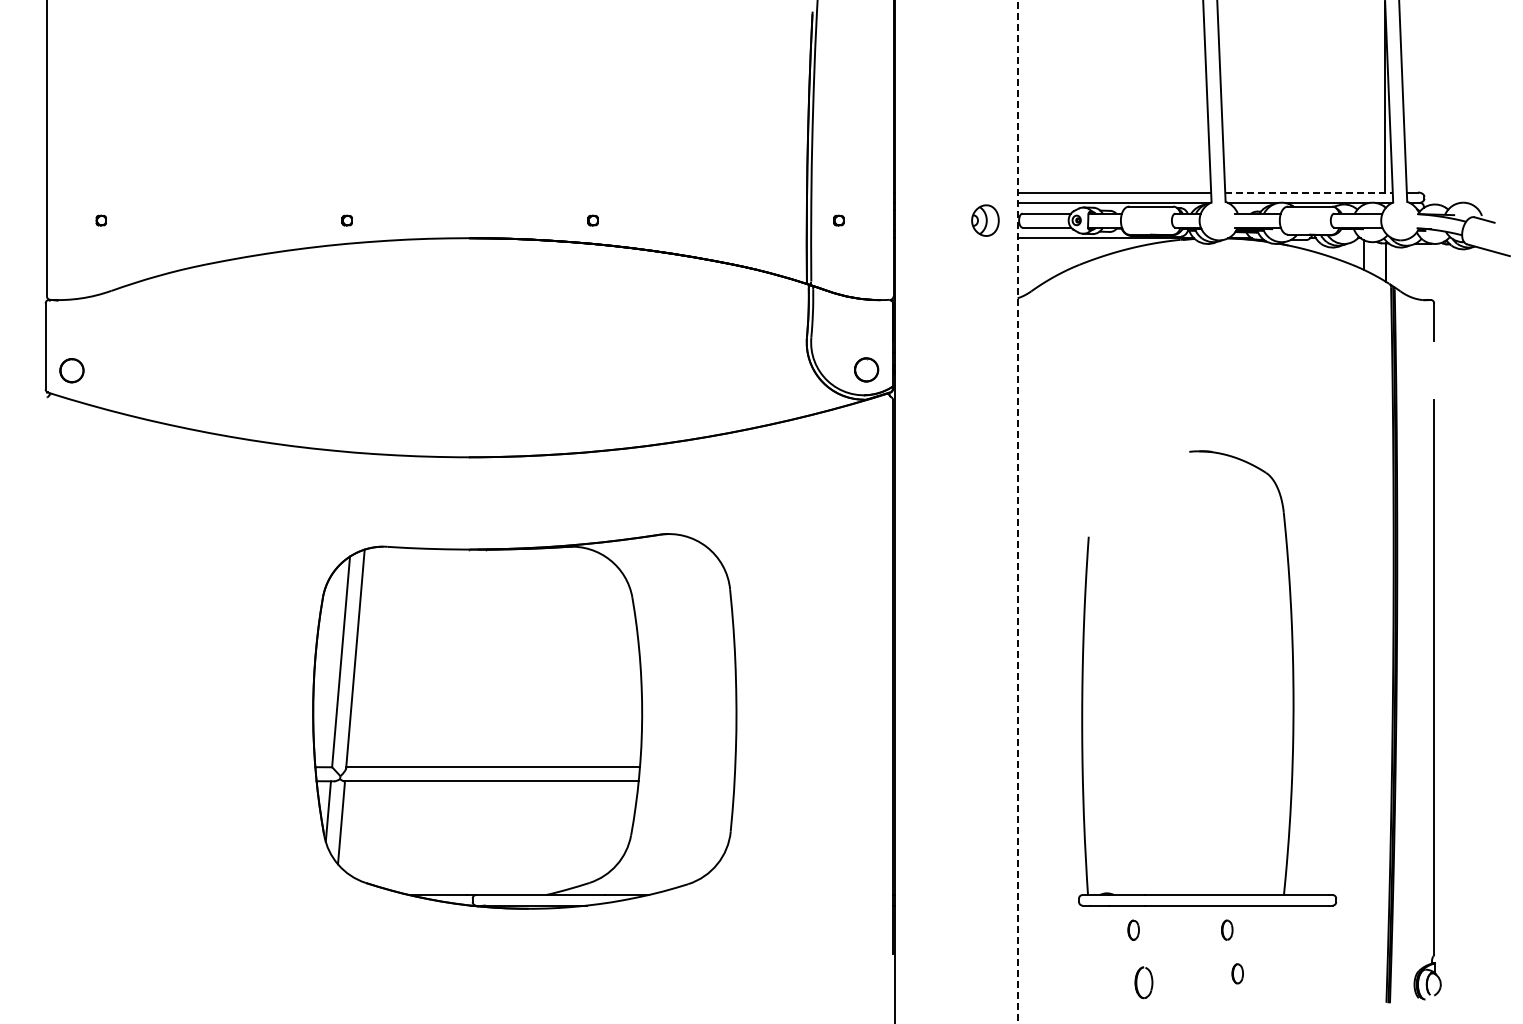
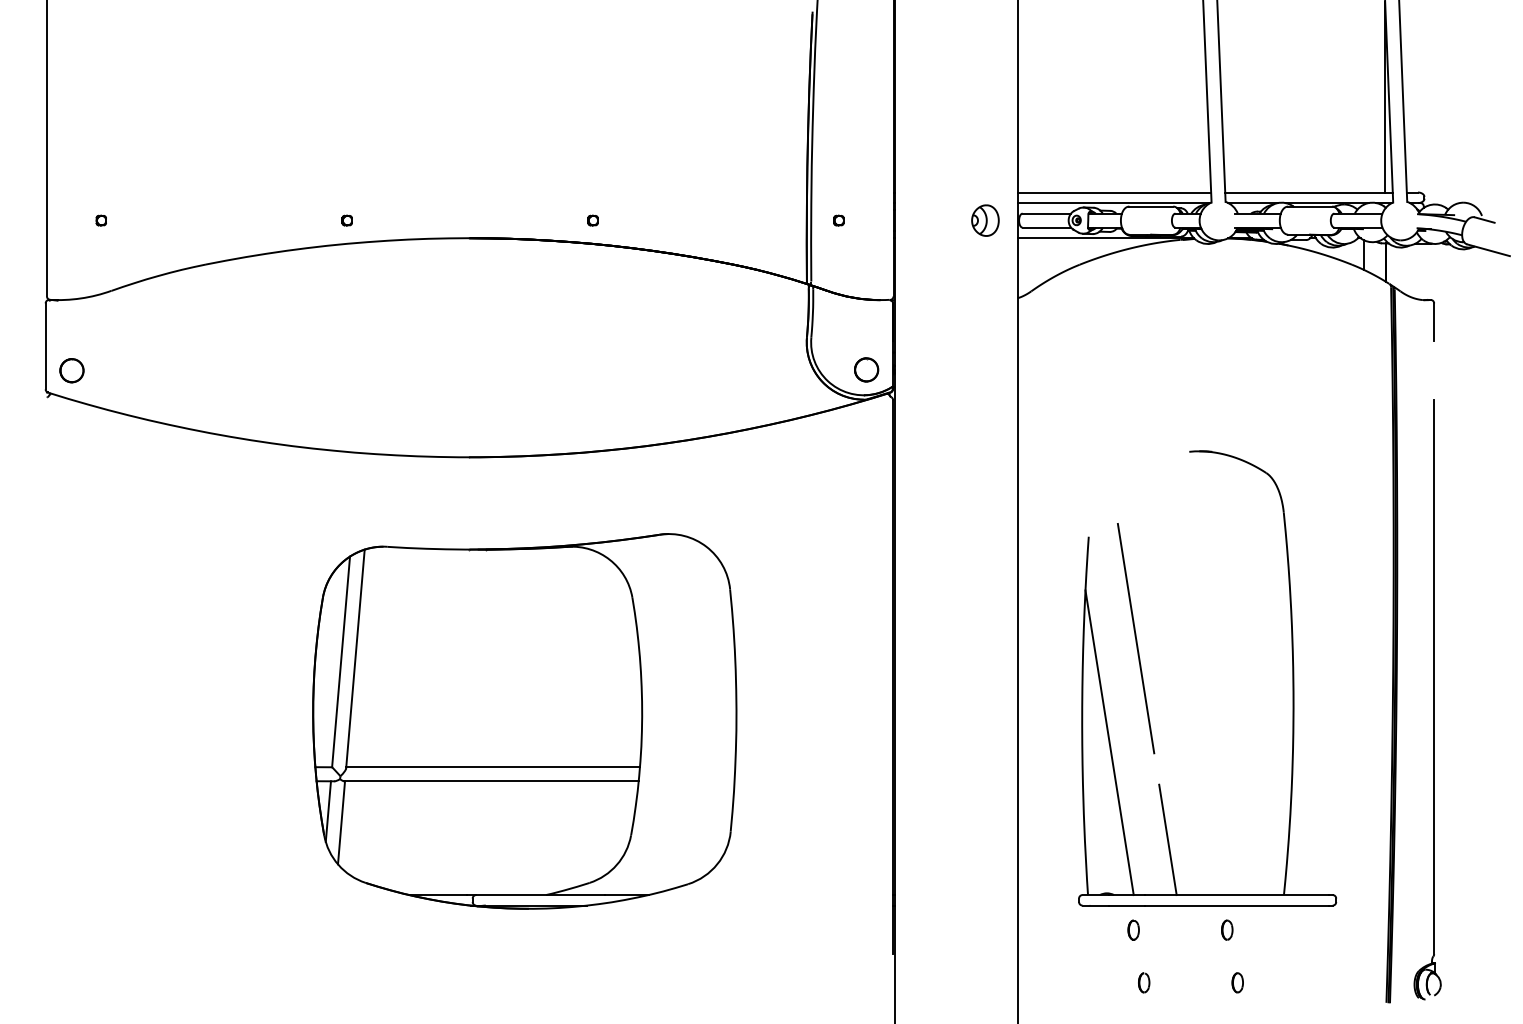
line at (1309, 192): dashed -> solid
line at (1017, 511): dashed -> solid
line at (1135, 638): none -> present
line at (1109, 742): none -> present
line at (1167, 839): none -> present
part at (1237, 973) position: (1237, 973) -> (1237, 982)
part at (1143, 982) size: 20x34 px -> 13x22 px
